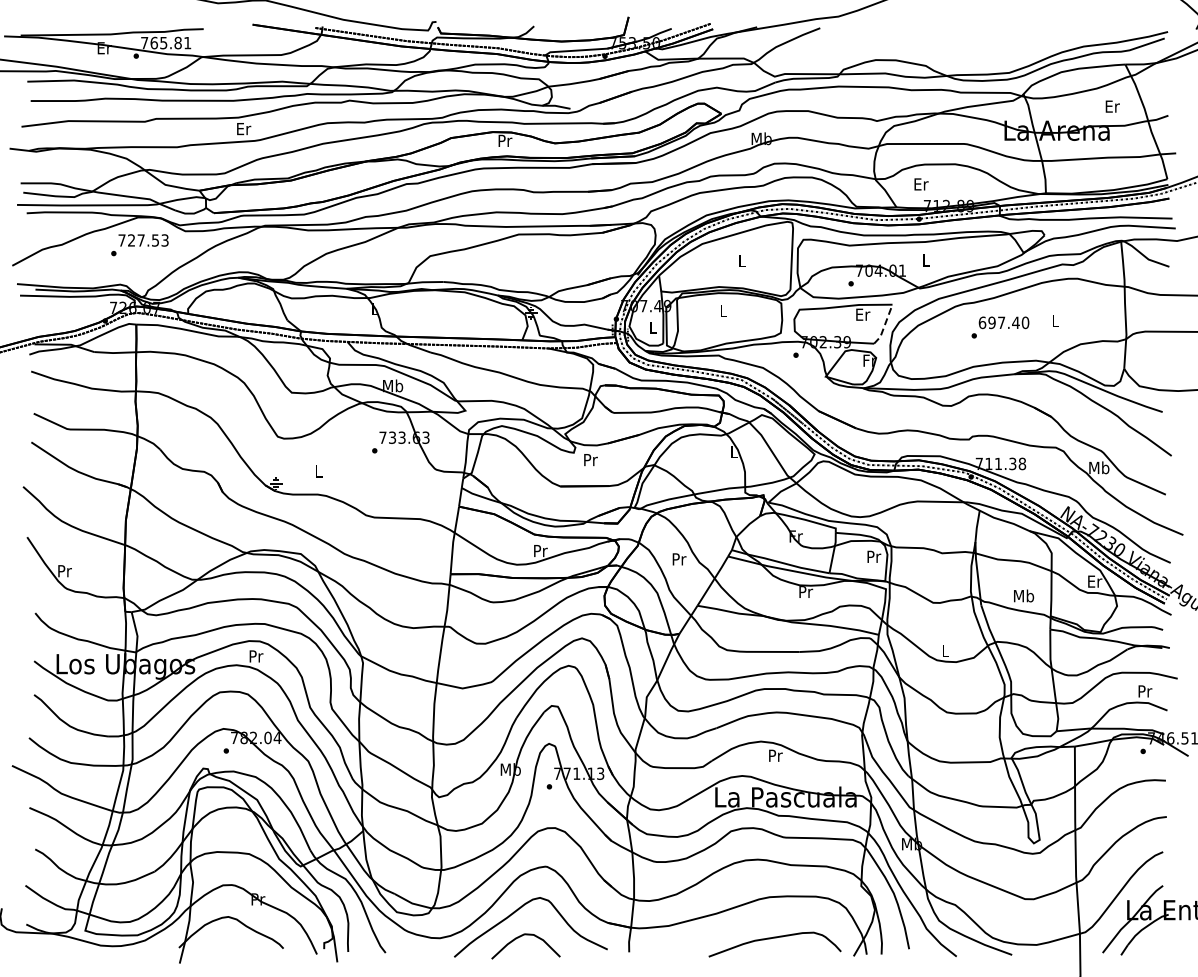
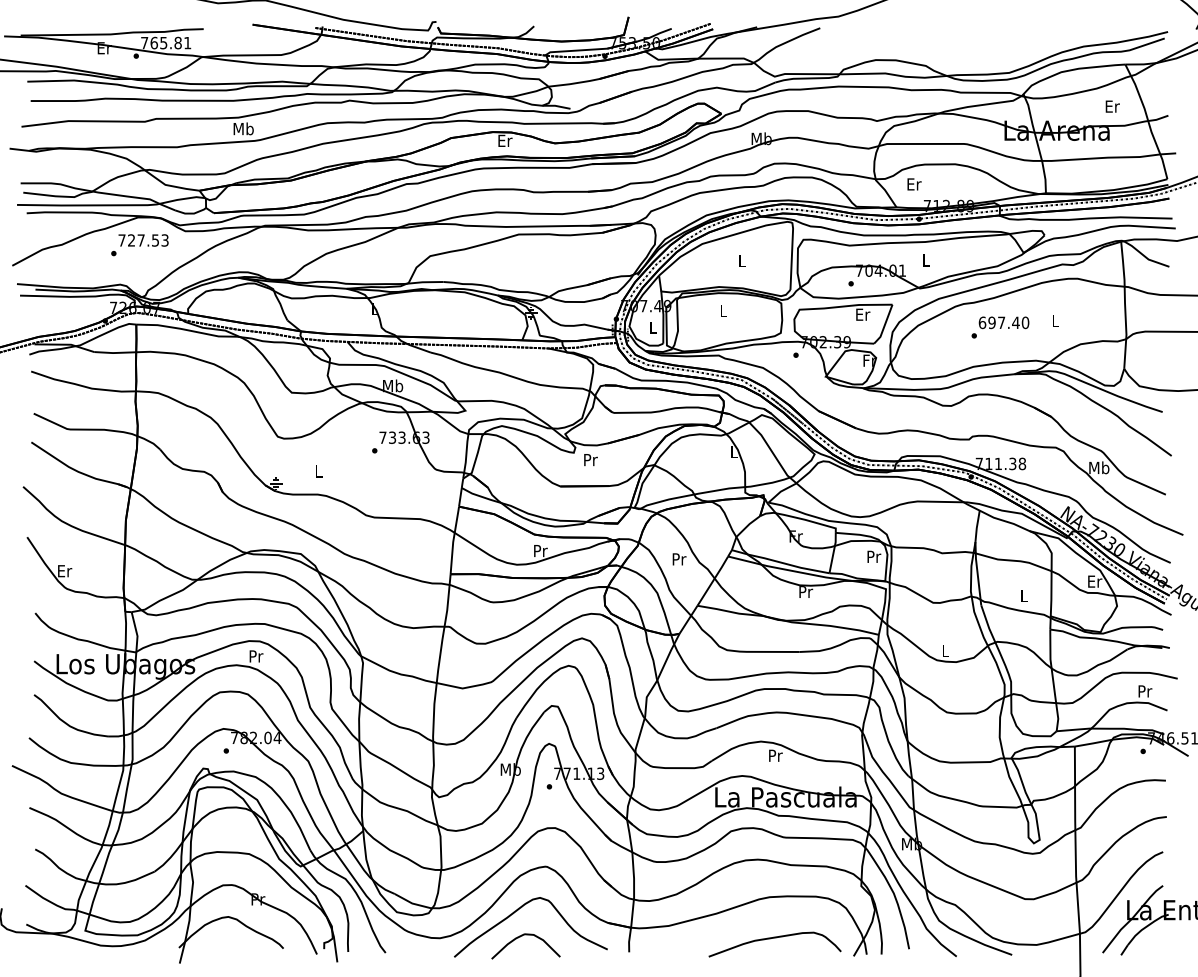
text at (243, 128): Er -> Mb
text at (505, 140): Pr -> Er
text at (921, 184) position: (921, 184) -> (914, 184)
line at (884, 325): dashed -> solid
text at (65, 571): Pr -> Er
text at (1024, 595): Mb -> L
